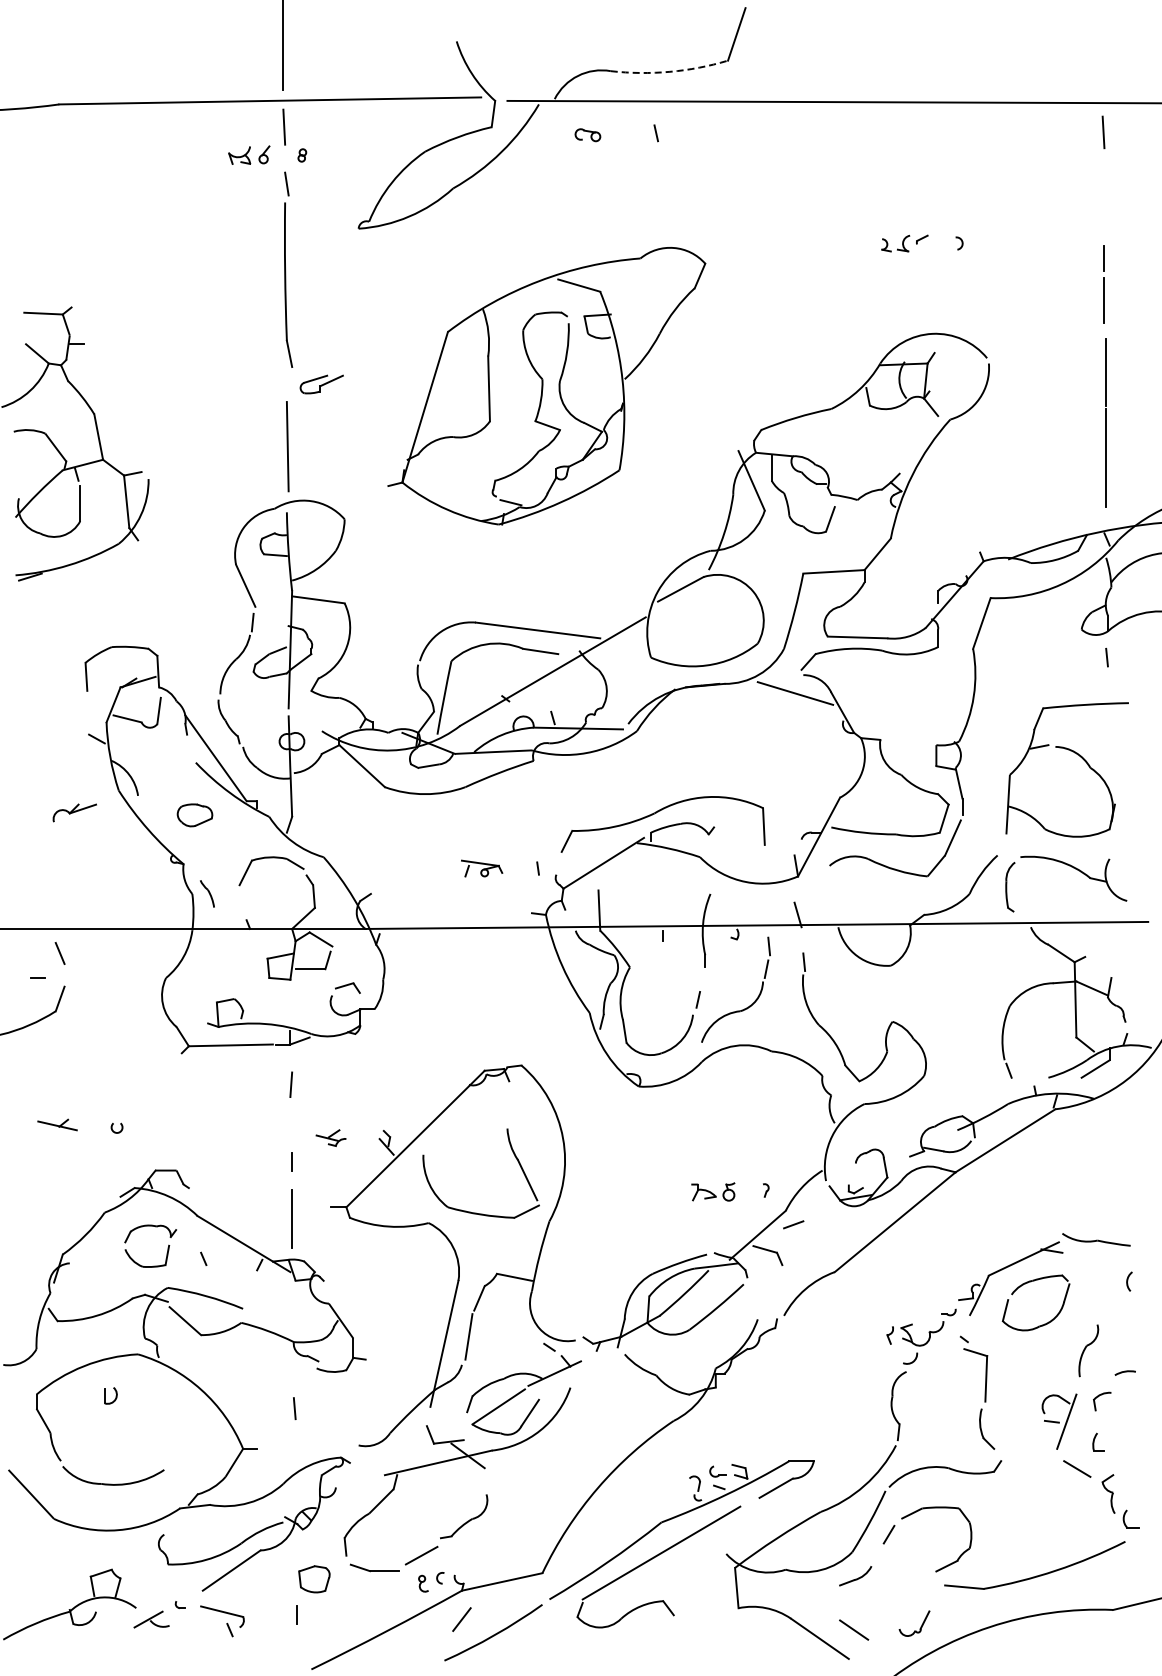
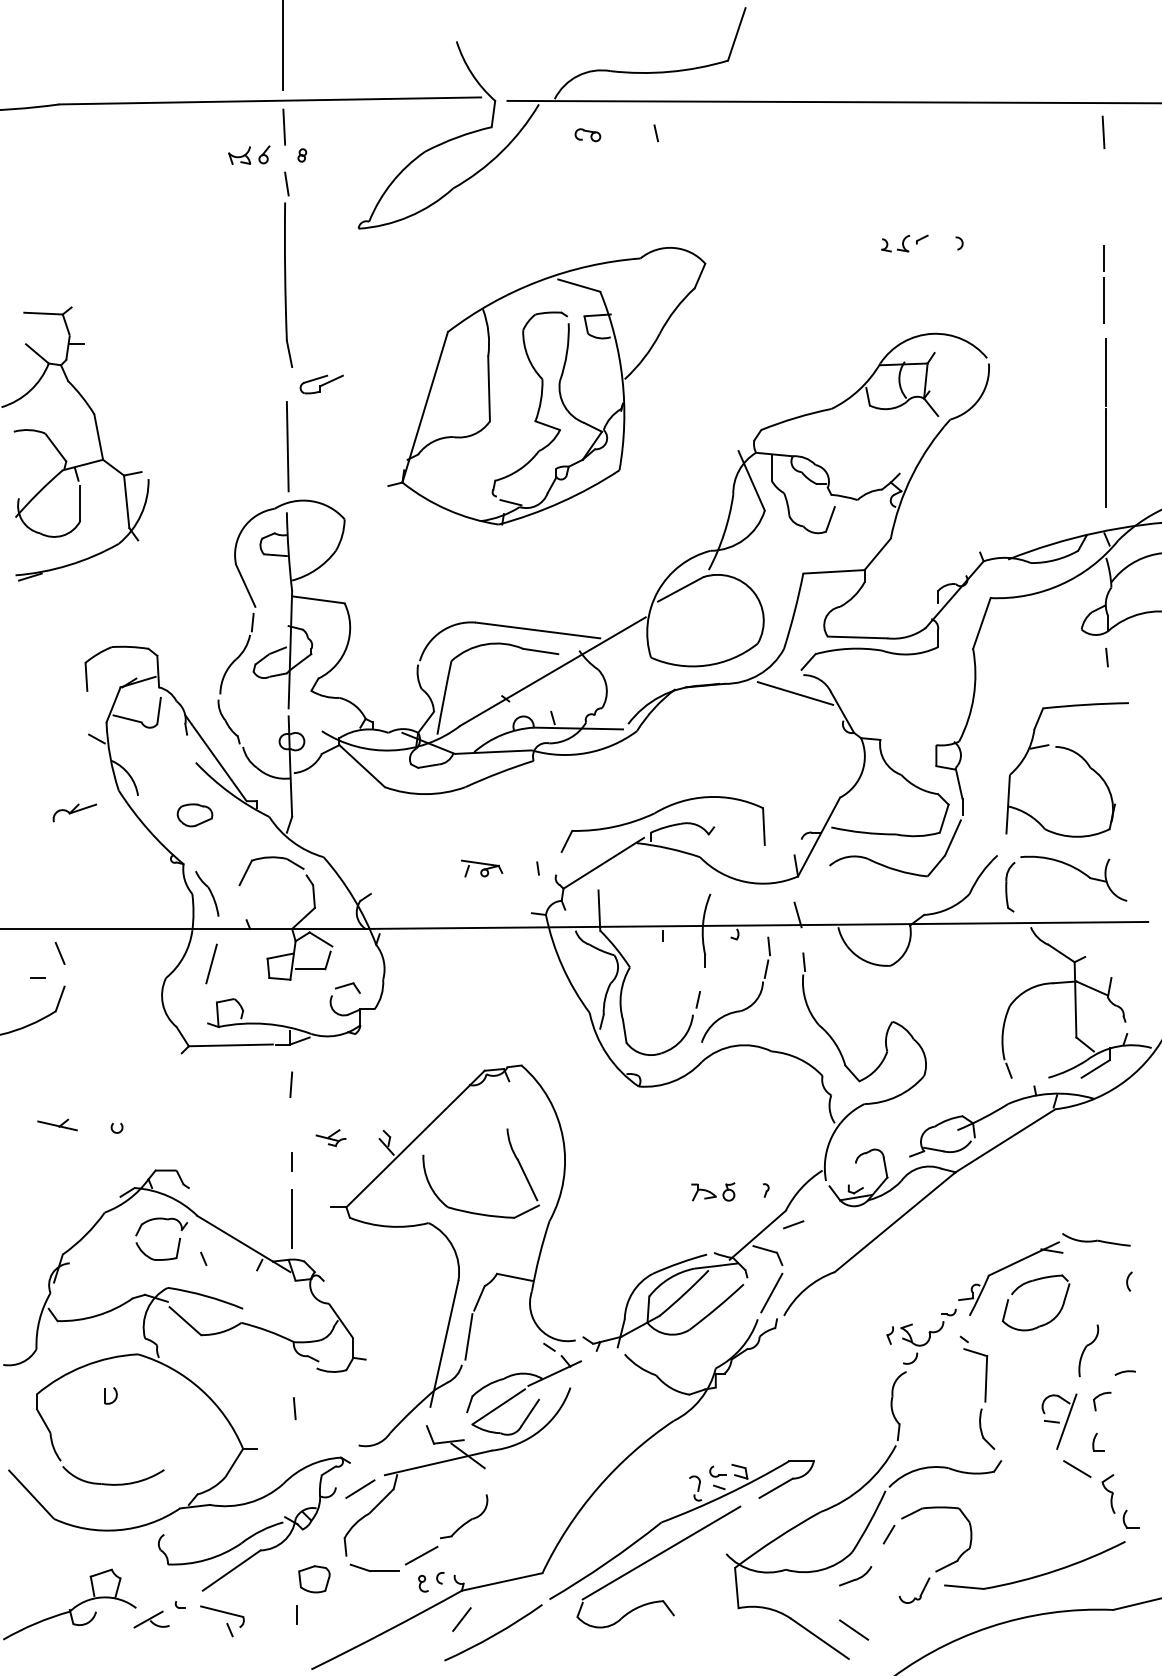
arc at (669, 71): dashed -> solid
part at (207, 893) size: 15x28 px -> 25x46 px
line at (211, 963): none -> present
part at (167, 1247) position: (167, 1247) -> (178, 1240)
line at (771, 1292): none -> present
line at (360, 1488): none -> present
part at (920, 1626) position: (920, 1626) -> (920, 1593)
